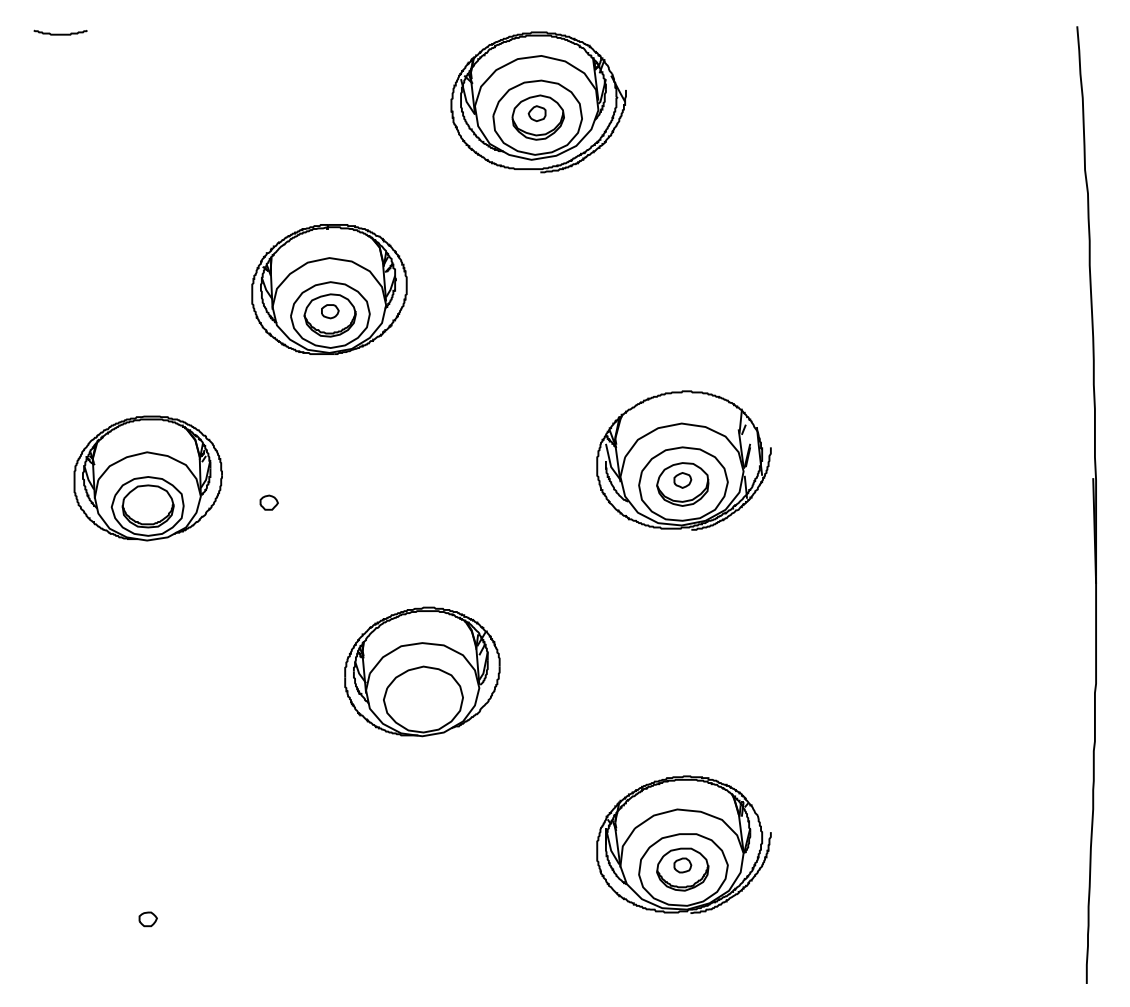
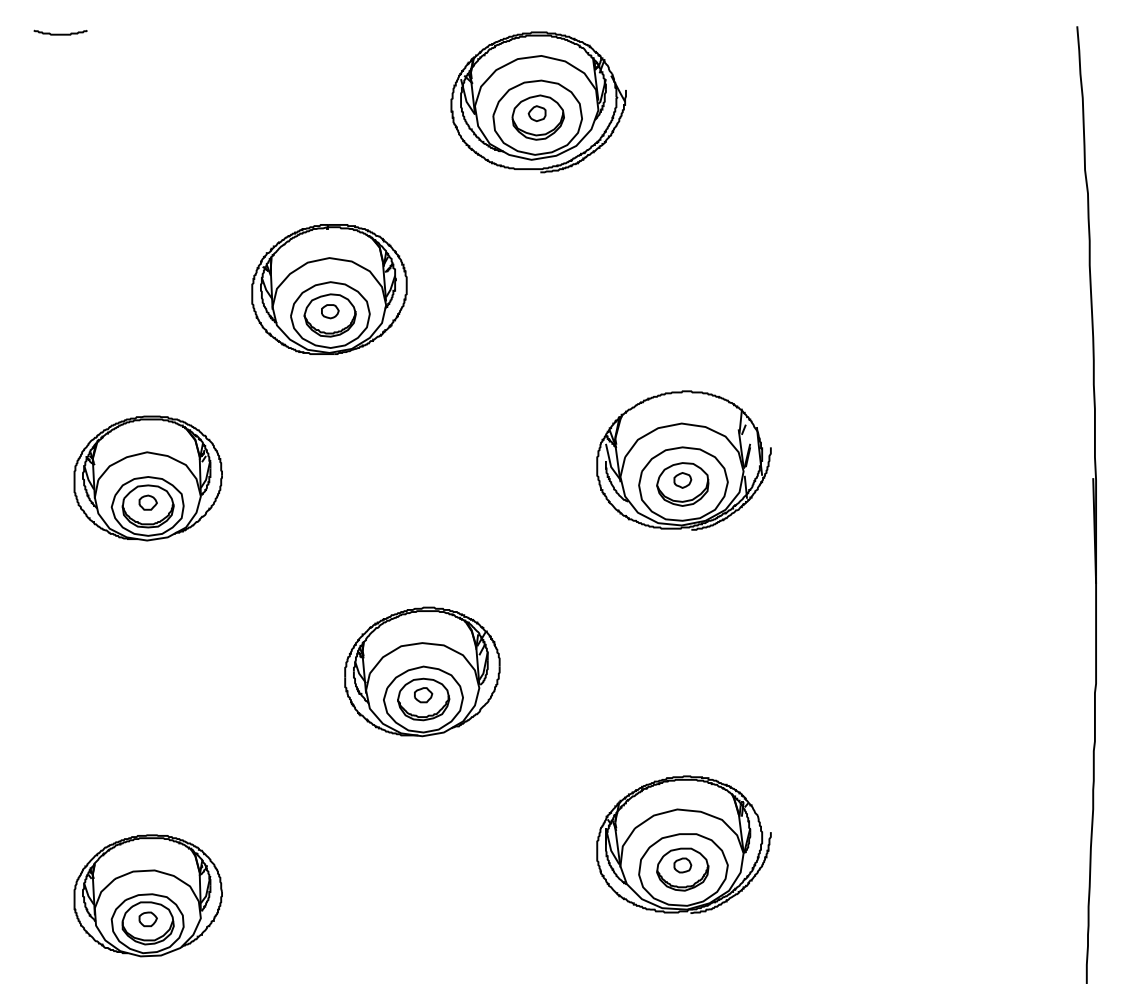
part at (268, 502) position: (268, 502) -> (147, 502)
part at (423, 699): none -> present
part at (147, 895): none -> present
